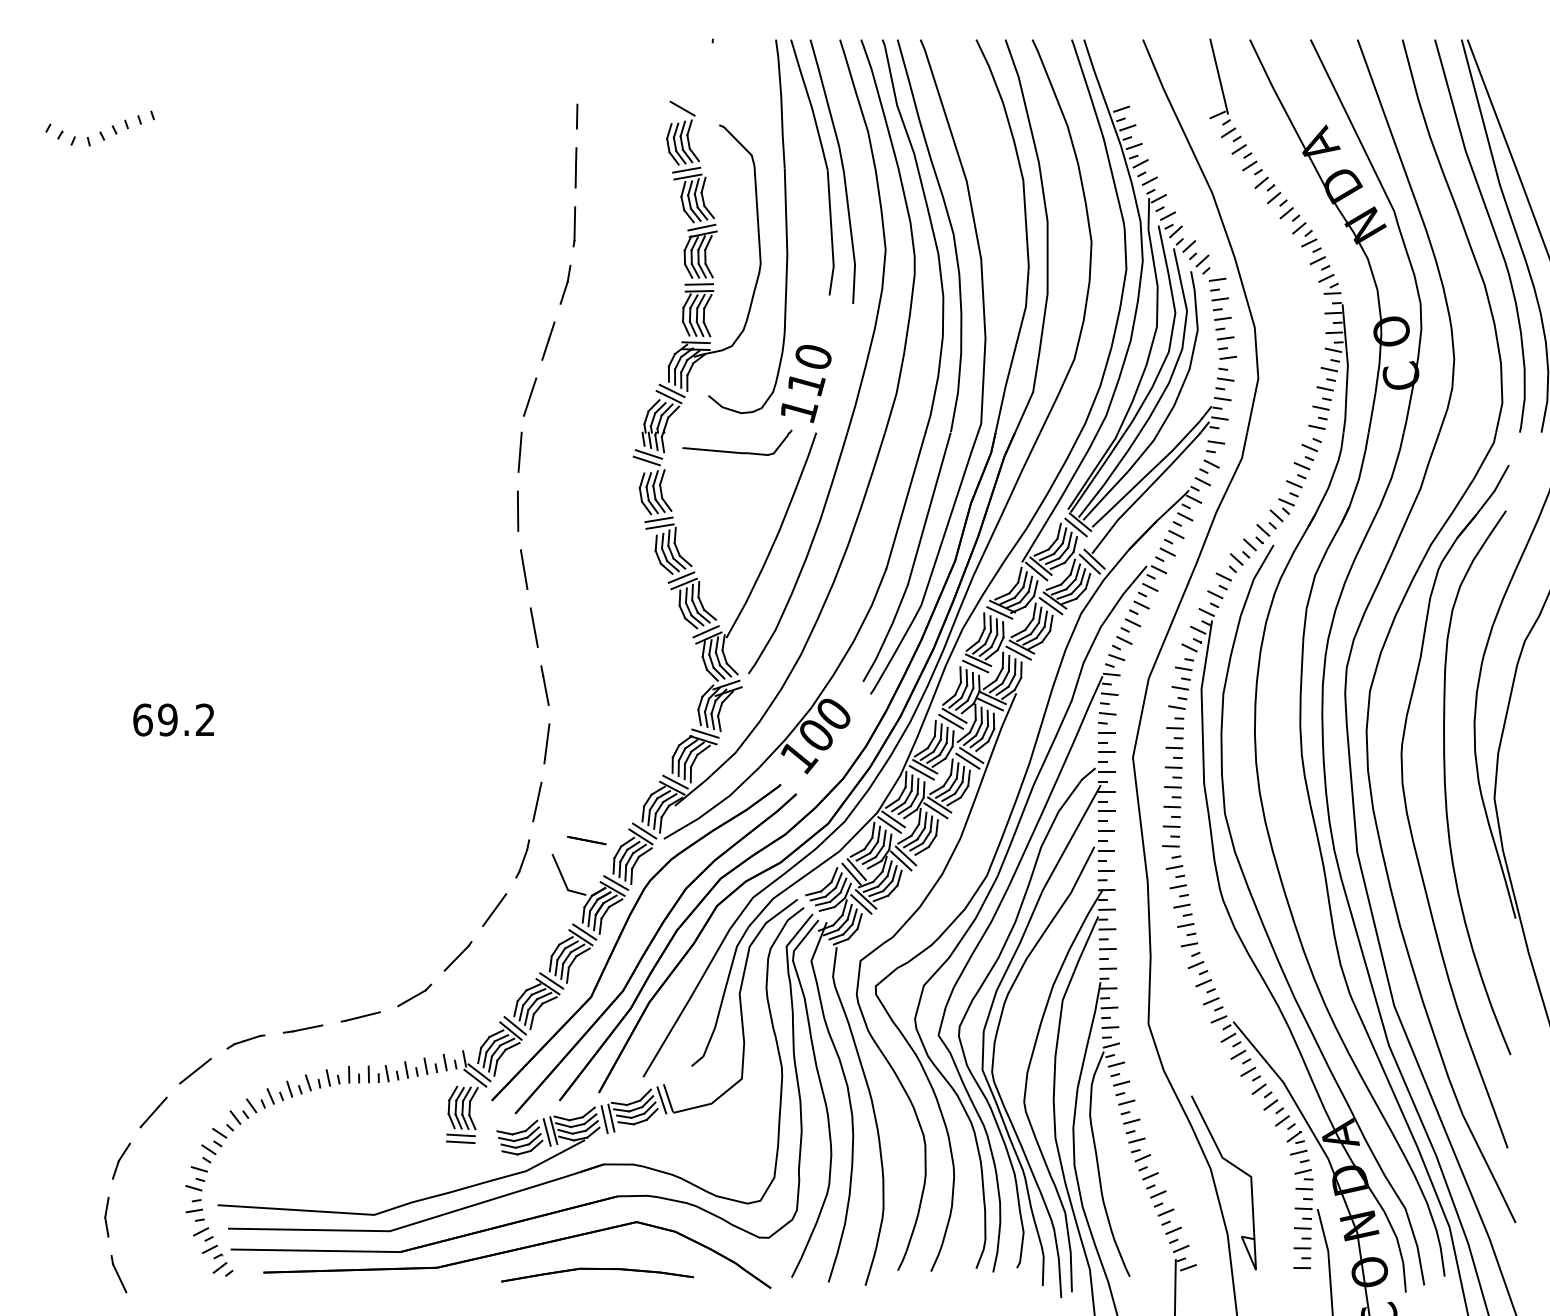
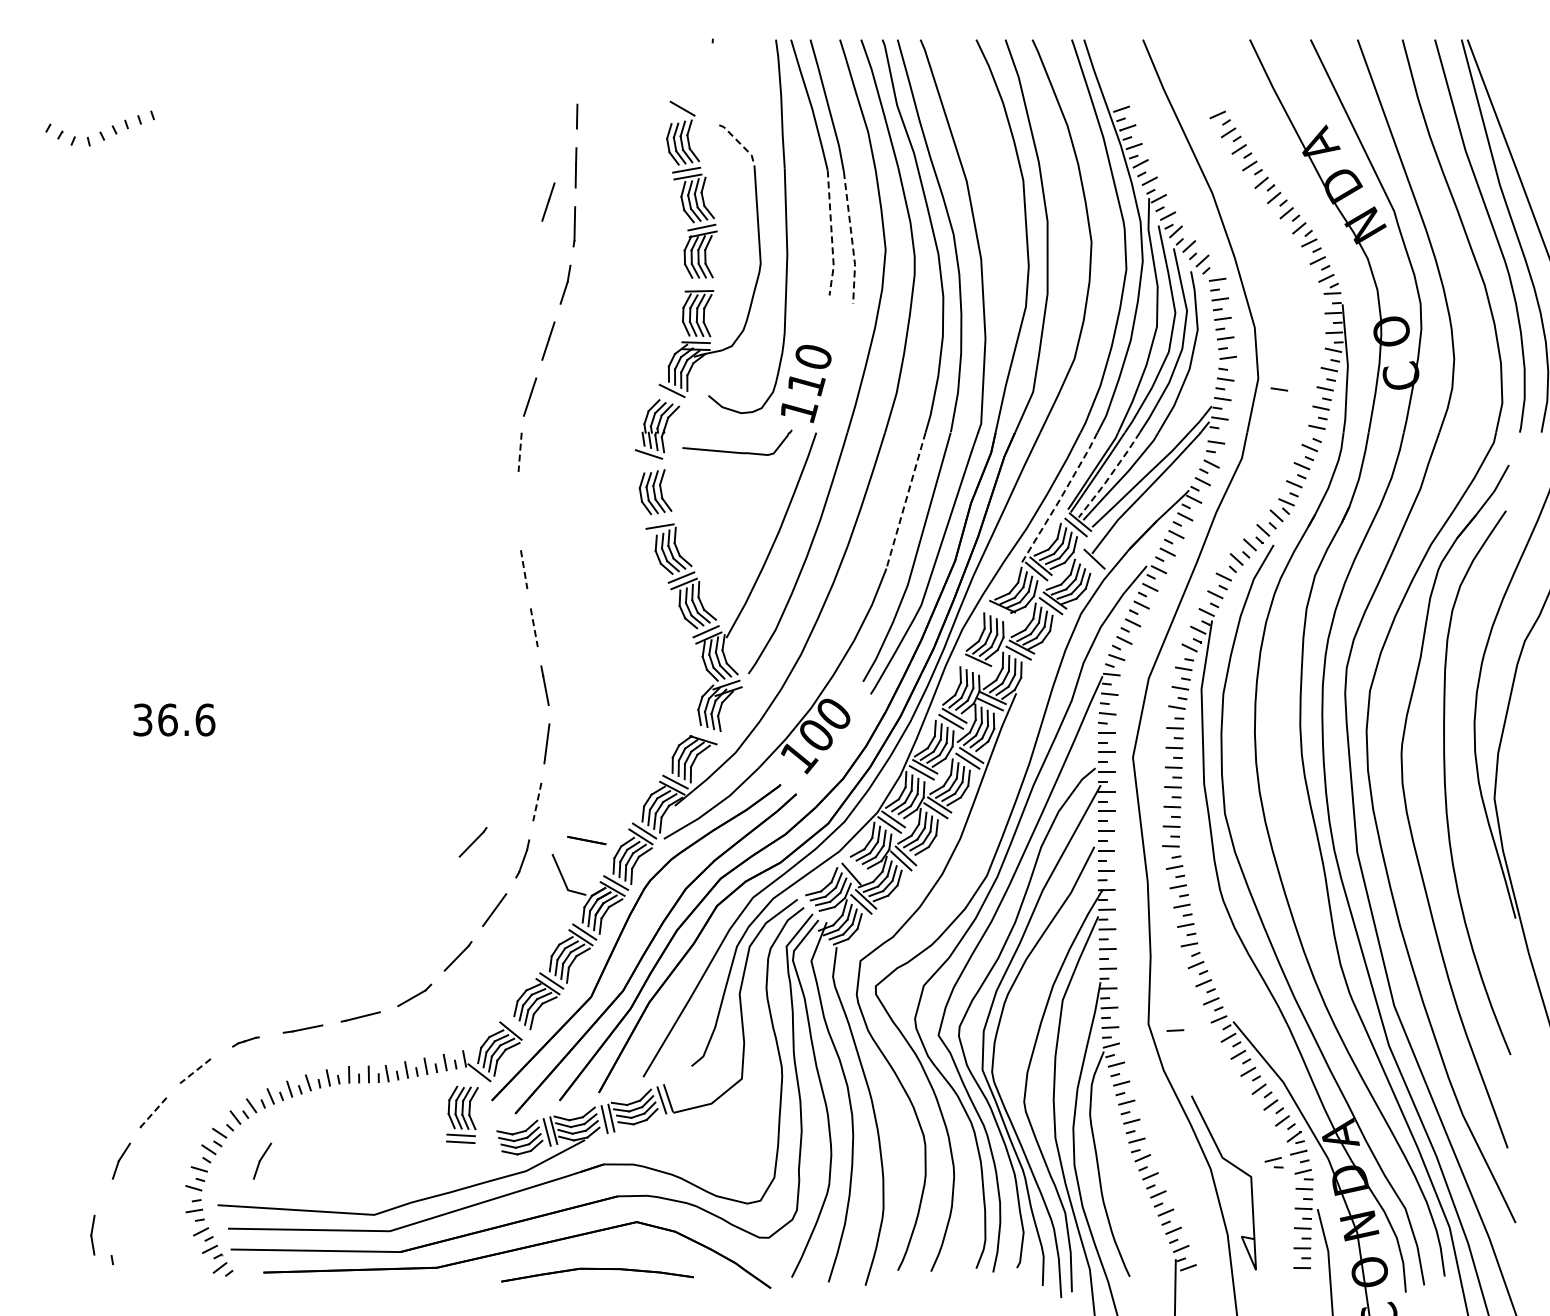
line at (1218, 76): present -> none
line at (739, 143): solid -> dashed
line at (548, 201): none -> present
line at (831, 233): solid -> dashed
line at (851, 239): solid -> dashed
line at (699, 284): present -> none
line at (1279, 389): none -> present
line at (668, 397): present -> none
line at (520, 452): solid -> dashed
line at (646, 460): present -> none
line at (1110, 475): solid -> dashed
line at (1060, 498): solid -> dashed
line at (906, 500): solid -> dashed
line at (518, 510): present -> none
line at (658, 519): present -> none
line at (1089, 563): present -> none
line at (524, 569): solid -> dashed
line at (999, 612): present -> none
line at (534, 627): solid -> dashed
line at (975, 666): present -> none
text at (174, 719): 69.2 -> 36.6
line at (705, 733): present -> none
line at (537, 802): solid -> dashed
line at (472, 842): none -> present
line at (856, 869): present -> none
line at (514, 1025): present -> none
line at (1175, 1030): none -> present
part at (245, 1041) size: 40x16 px -> 28x12 px
line at (195, 1071): solid -> dashed
line at (475, 1077): present -> none
line at (153, 1112): solid -> dashed
part at (262, 1160): none -> present
part at (1273, 1162): none -> present
part at (106, 1216) position: (106, 1216) -> (92, 1234)
line at (119, 1278): present -> none
